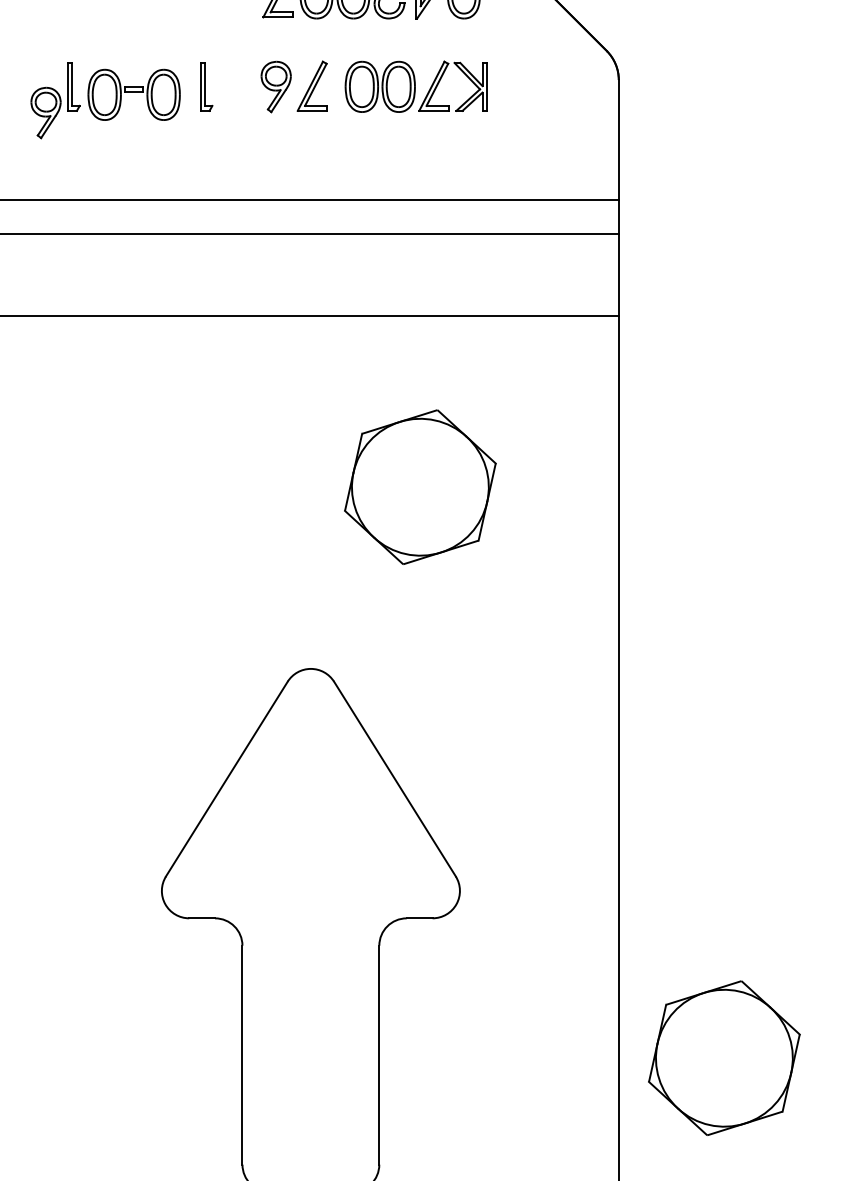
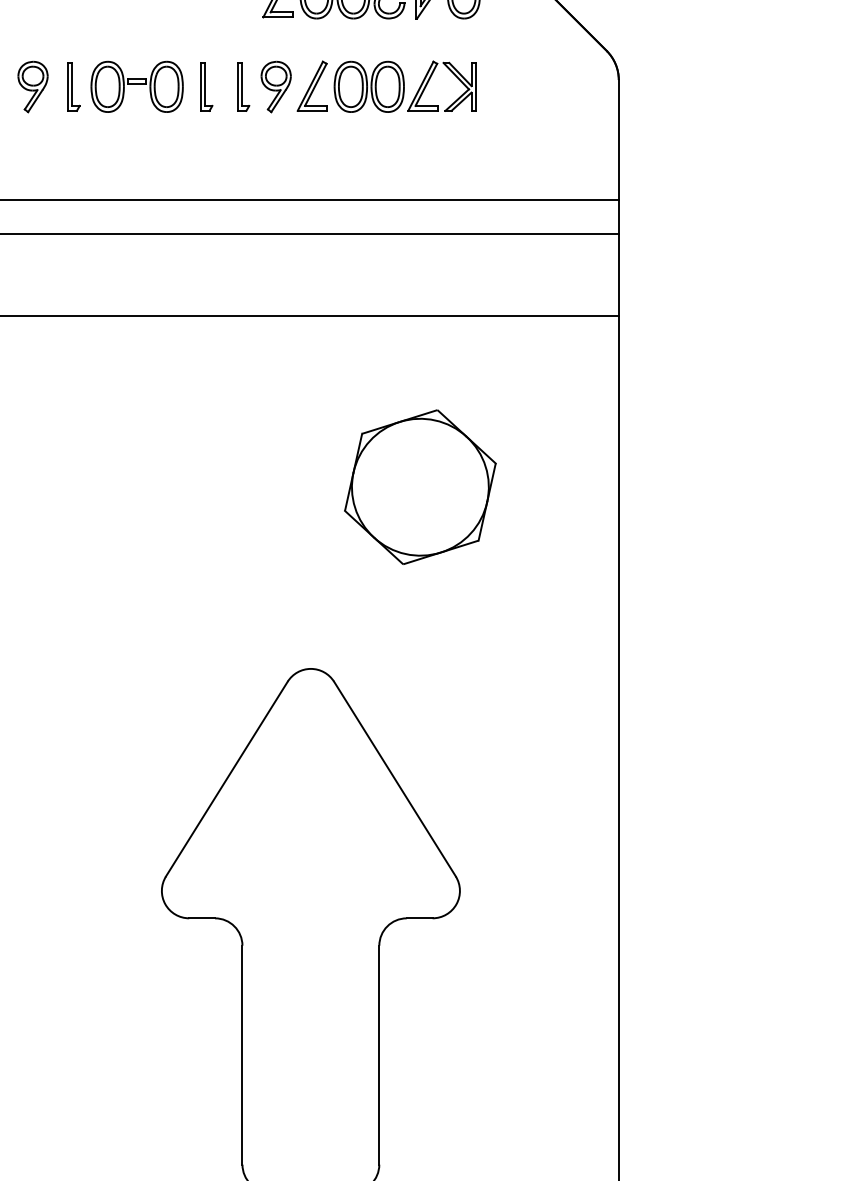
part at (243, 86): none -> present
part at (415, 86) position: (415, 86) -> (404, 86)
part at (133, 94) position: (133, 94) -> (136, 86)
part at (45, 112) position: (45, 112) -> (32, 86)
part at (724, 1057): present -> none
